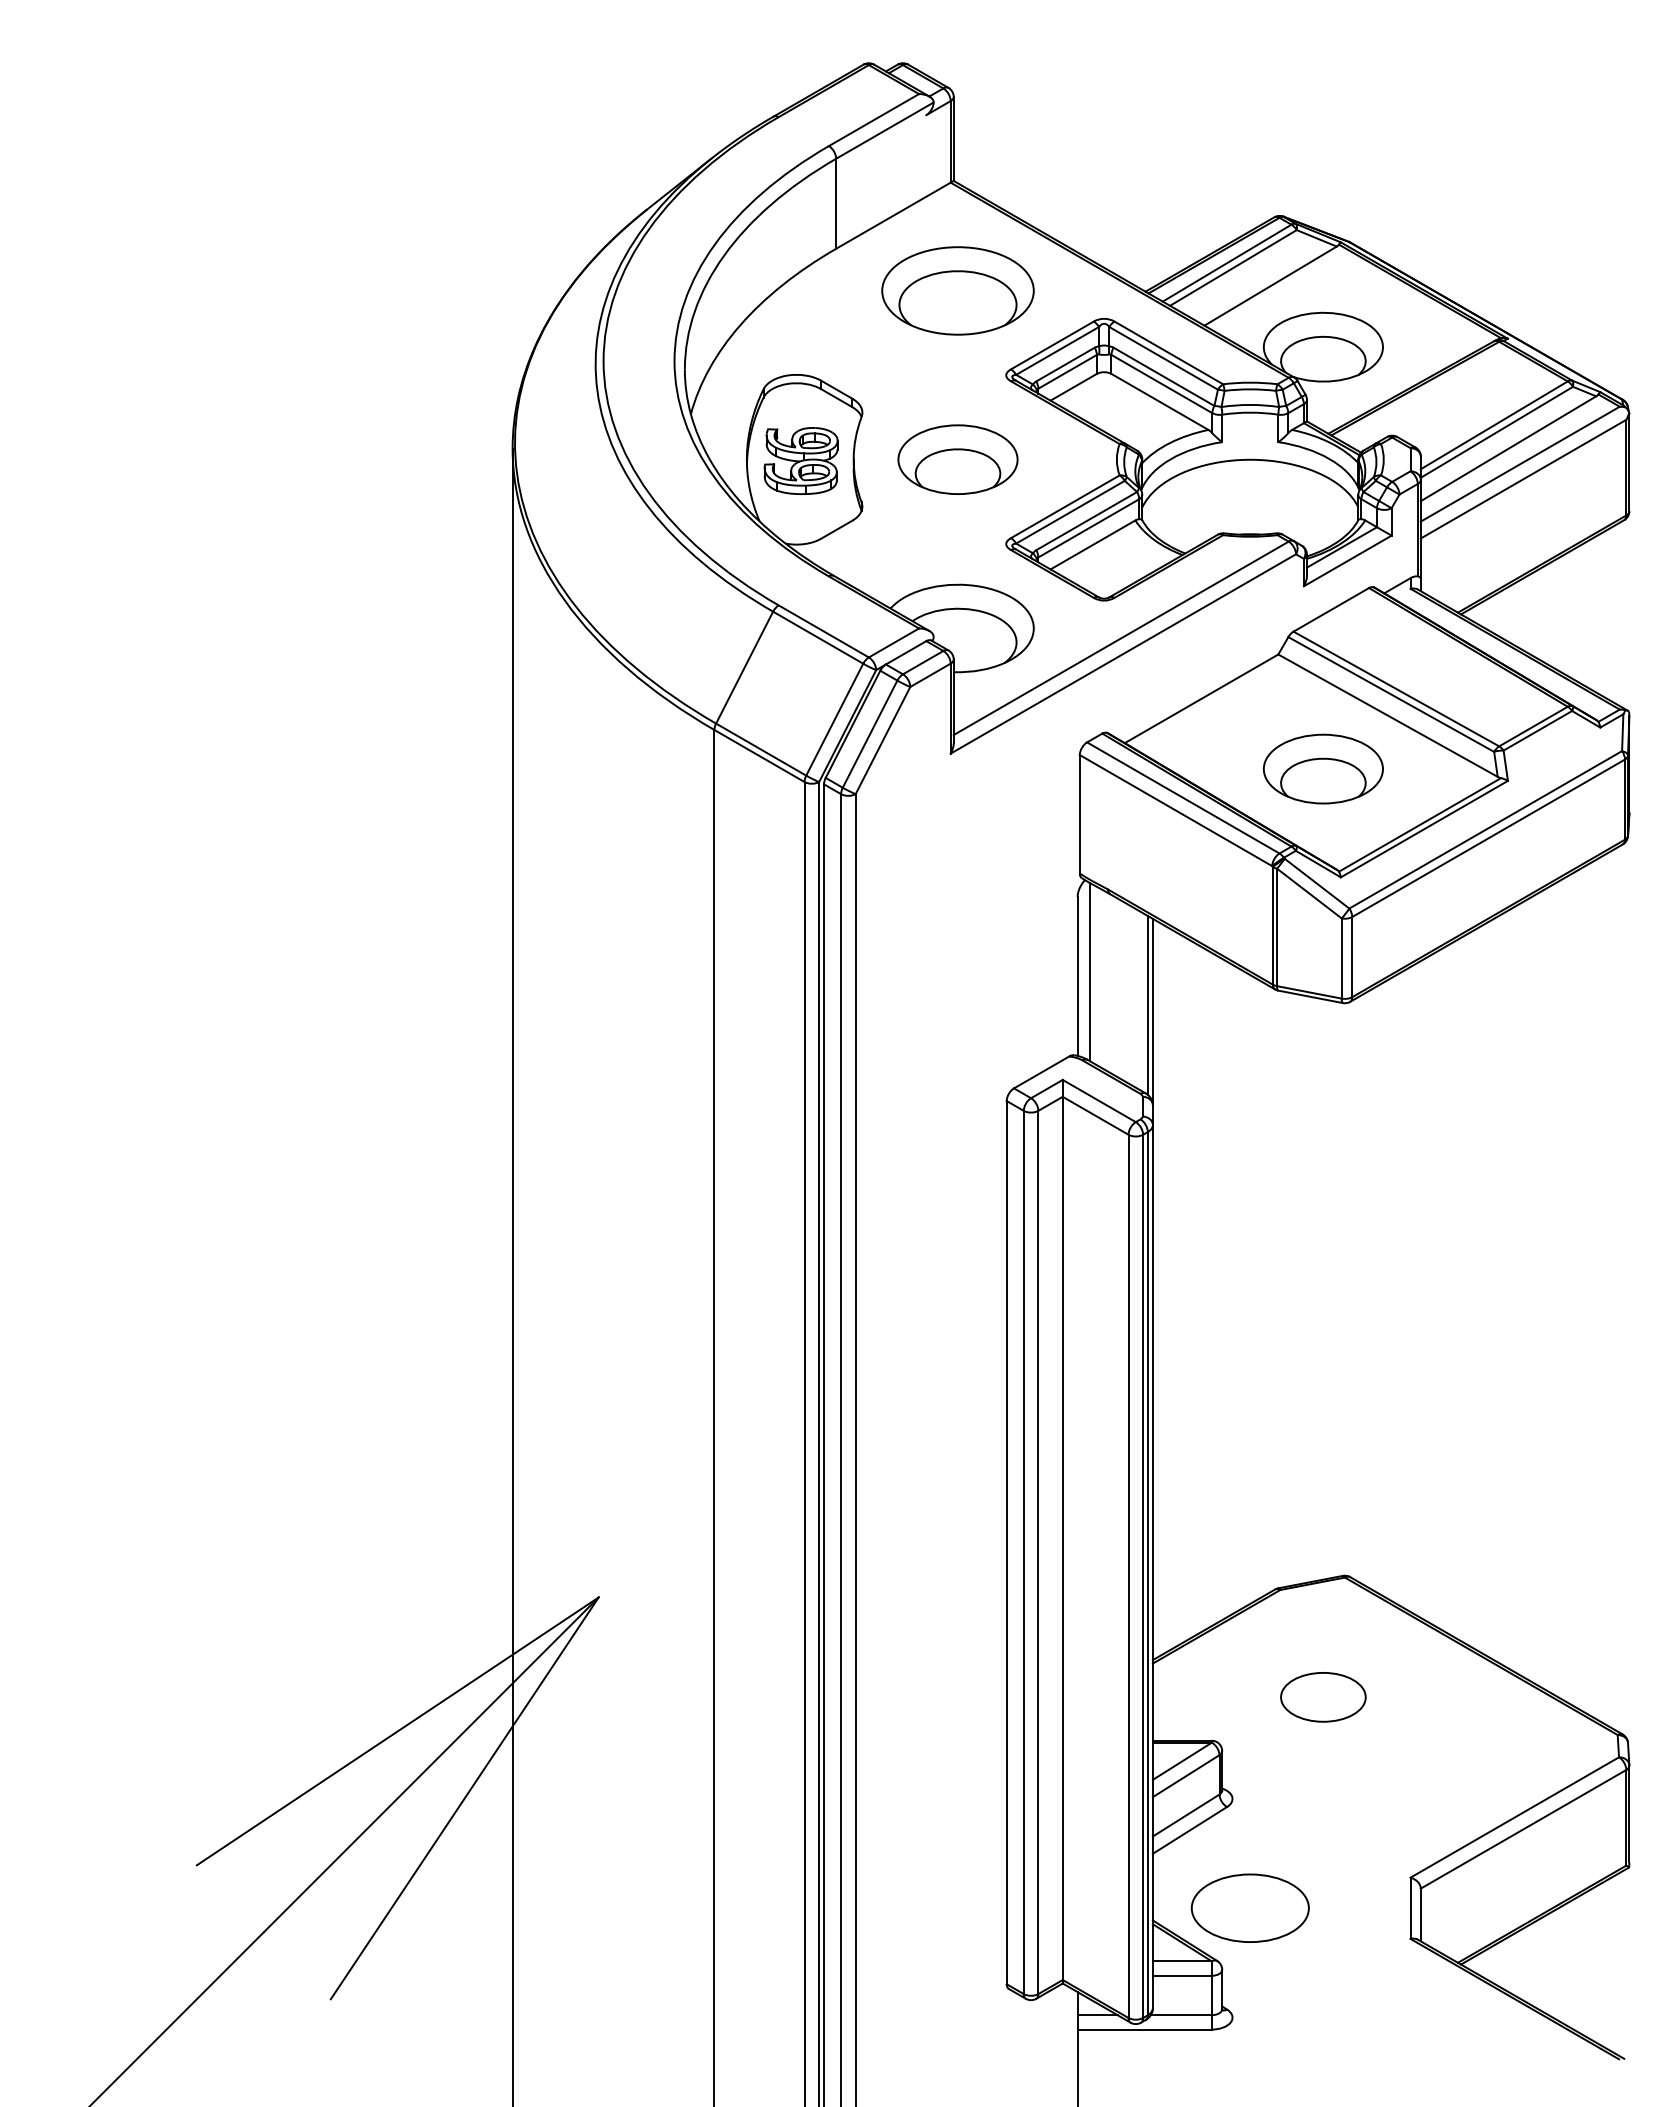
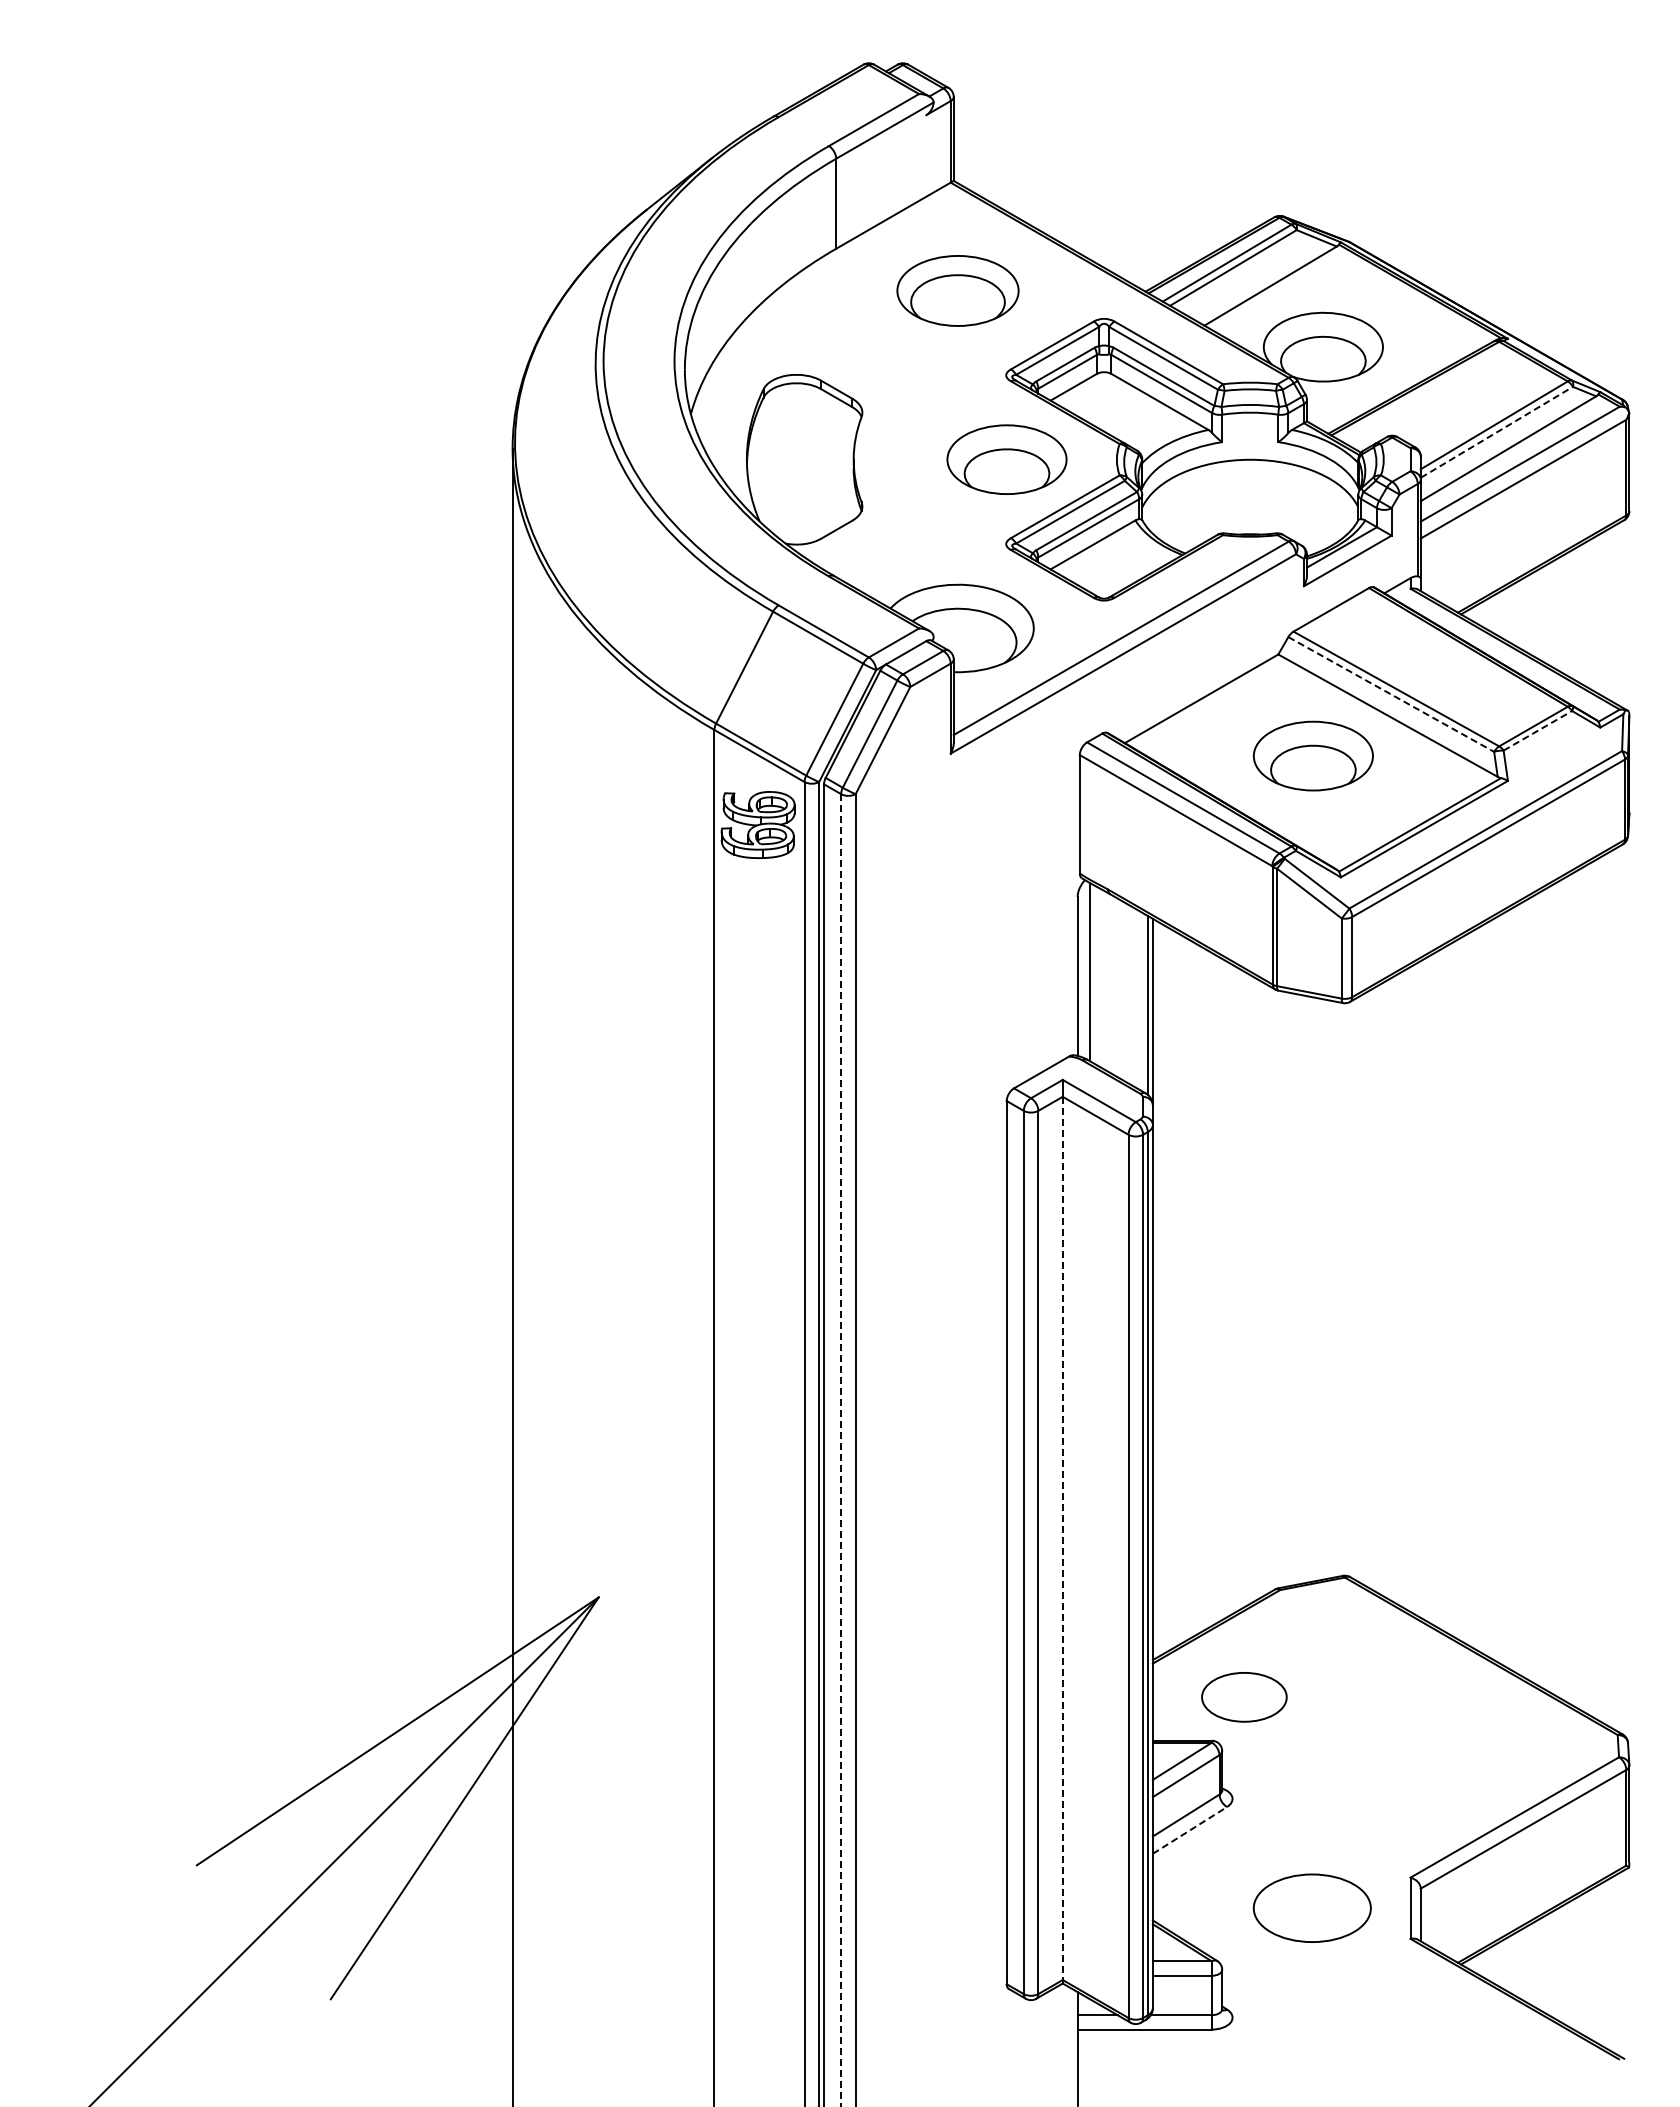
part at (957, 290) size: 154x90 px -> 124x72 px
line at (1496, 432): solid -> dashed
part at (957, 459) position: (957, 459) -> (1006, 459)
part at (800, 460) position: (800, 460) -> (757, 824)
line at (1391, 694): solid -> dashed
line at (1537, 730): solid -> dashed
part at (1323, 768) position: (1323, 768) -> (1313, 755)
line at (841, 1450): solid -> dashed
line at (1062, 1538): solid -> dashed
part at (1323, 1697) position: (1323, 1697) -> (1244, 1697)
line at (1190, 1830): solid -> dashed
part at (1249, 1907) position: (1249, 1907) -> (1311, 1907)
